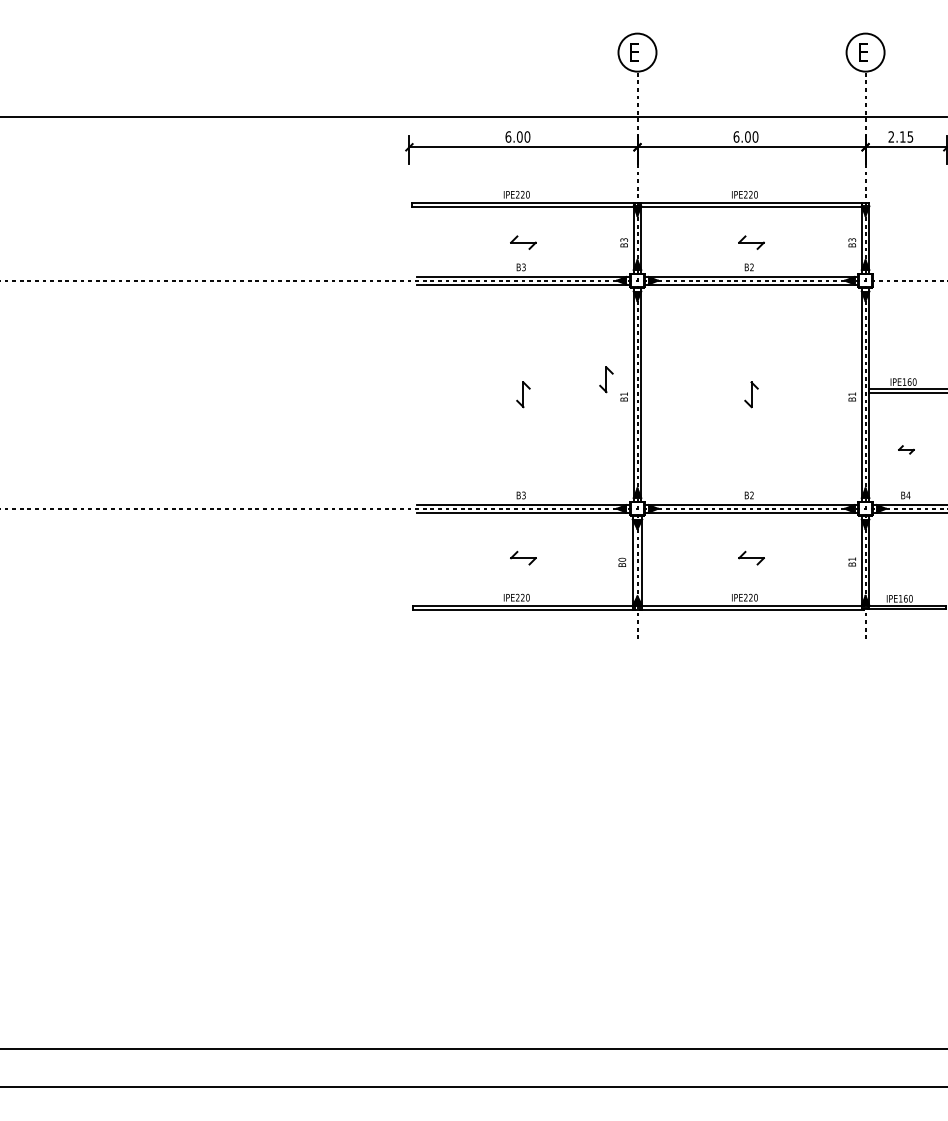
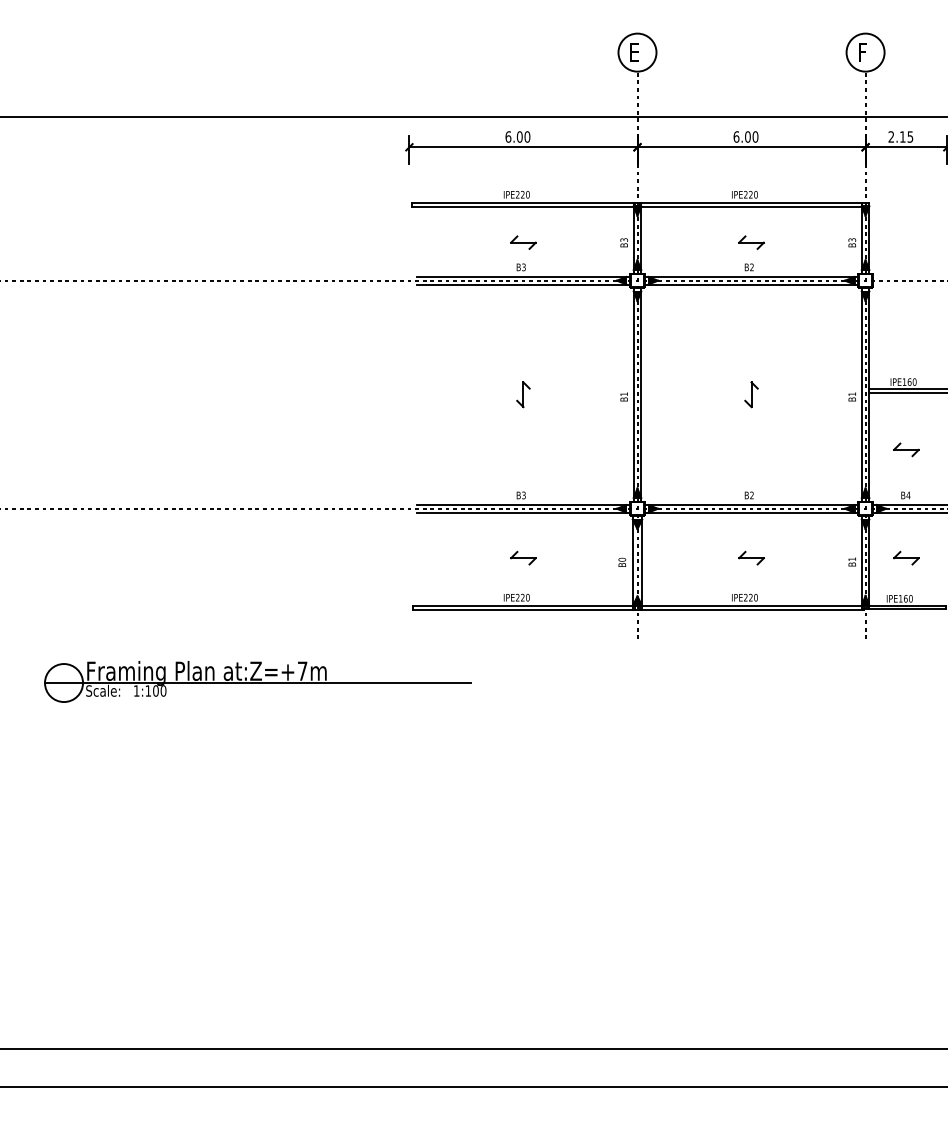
text at (864, 52): E -> F
part at (606, 379): present -> none
part at (906, 449) size: 17x10 px -> 27x16 px
part at (906, 557): none -> present
part at (257, 681): none -> present
